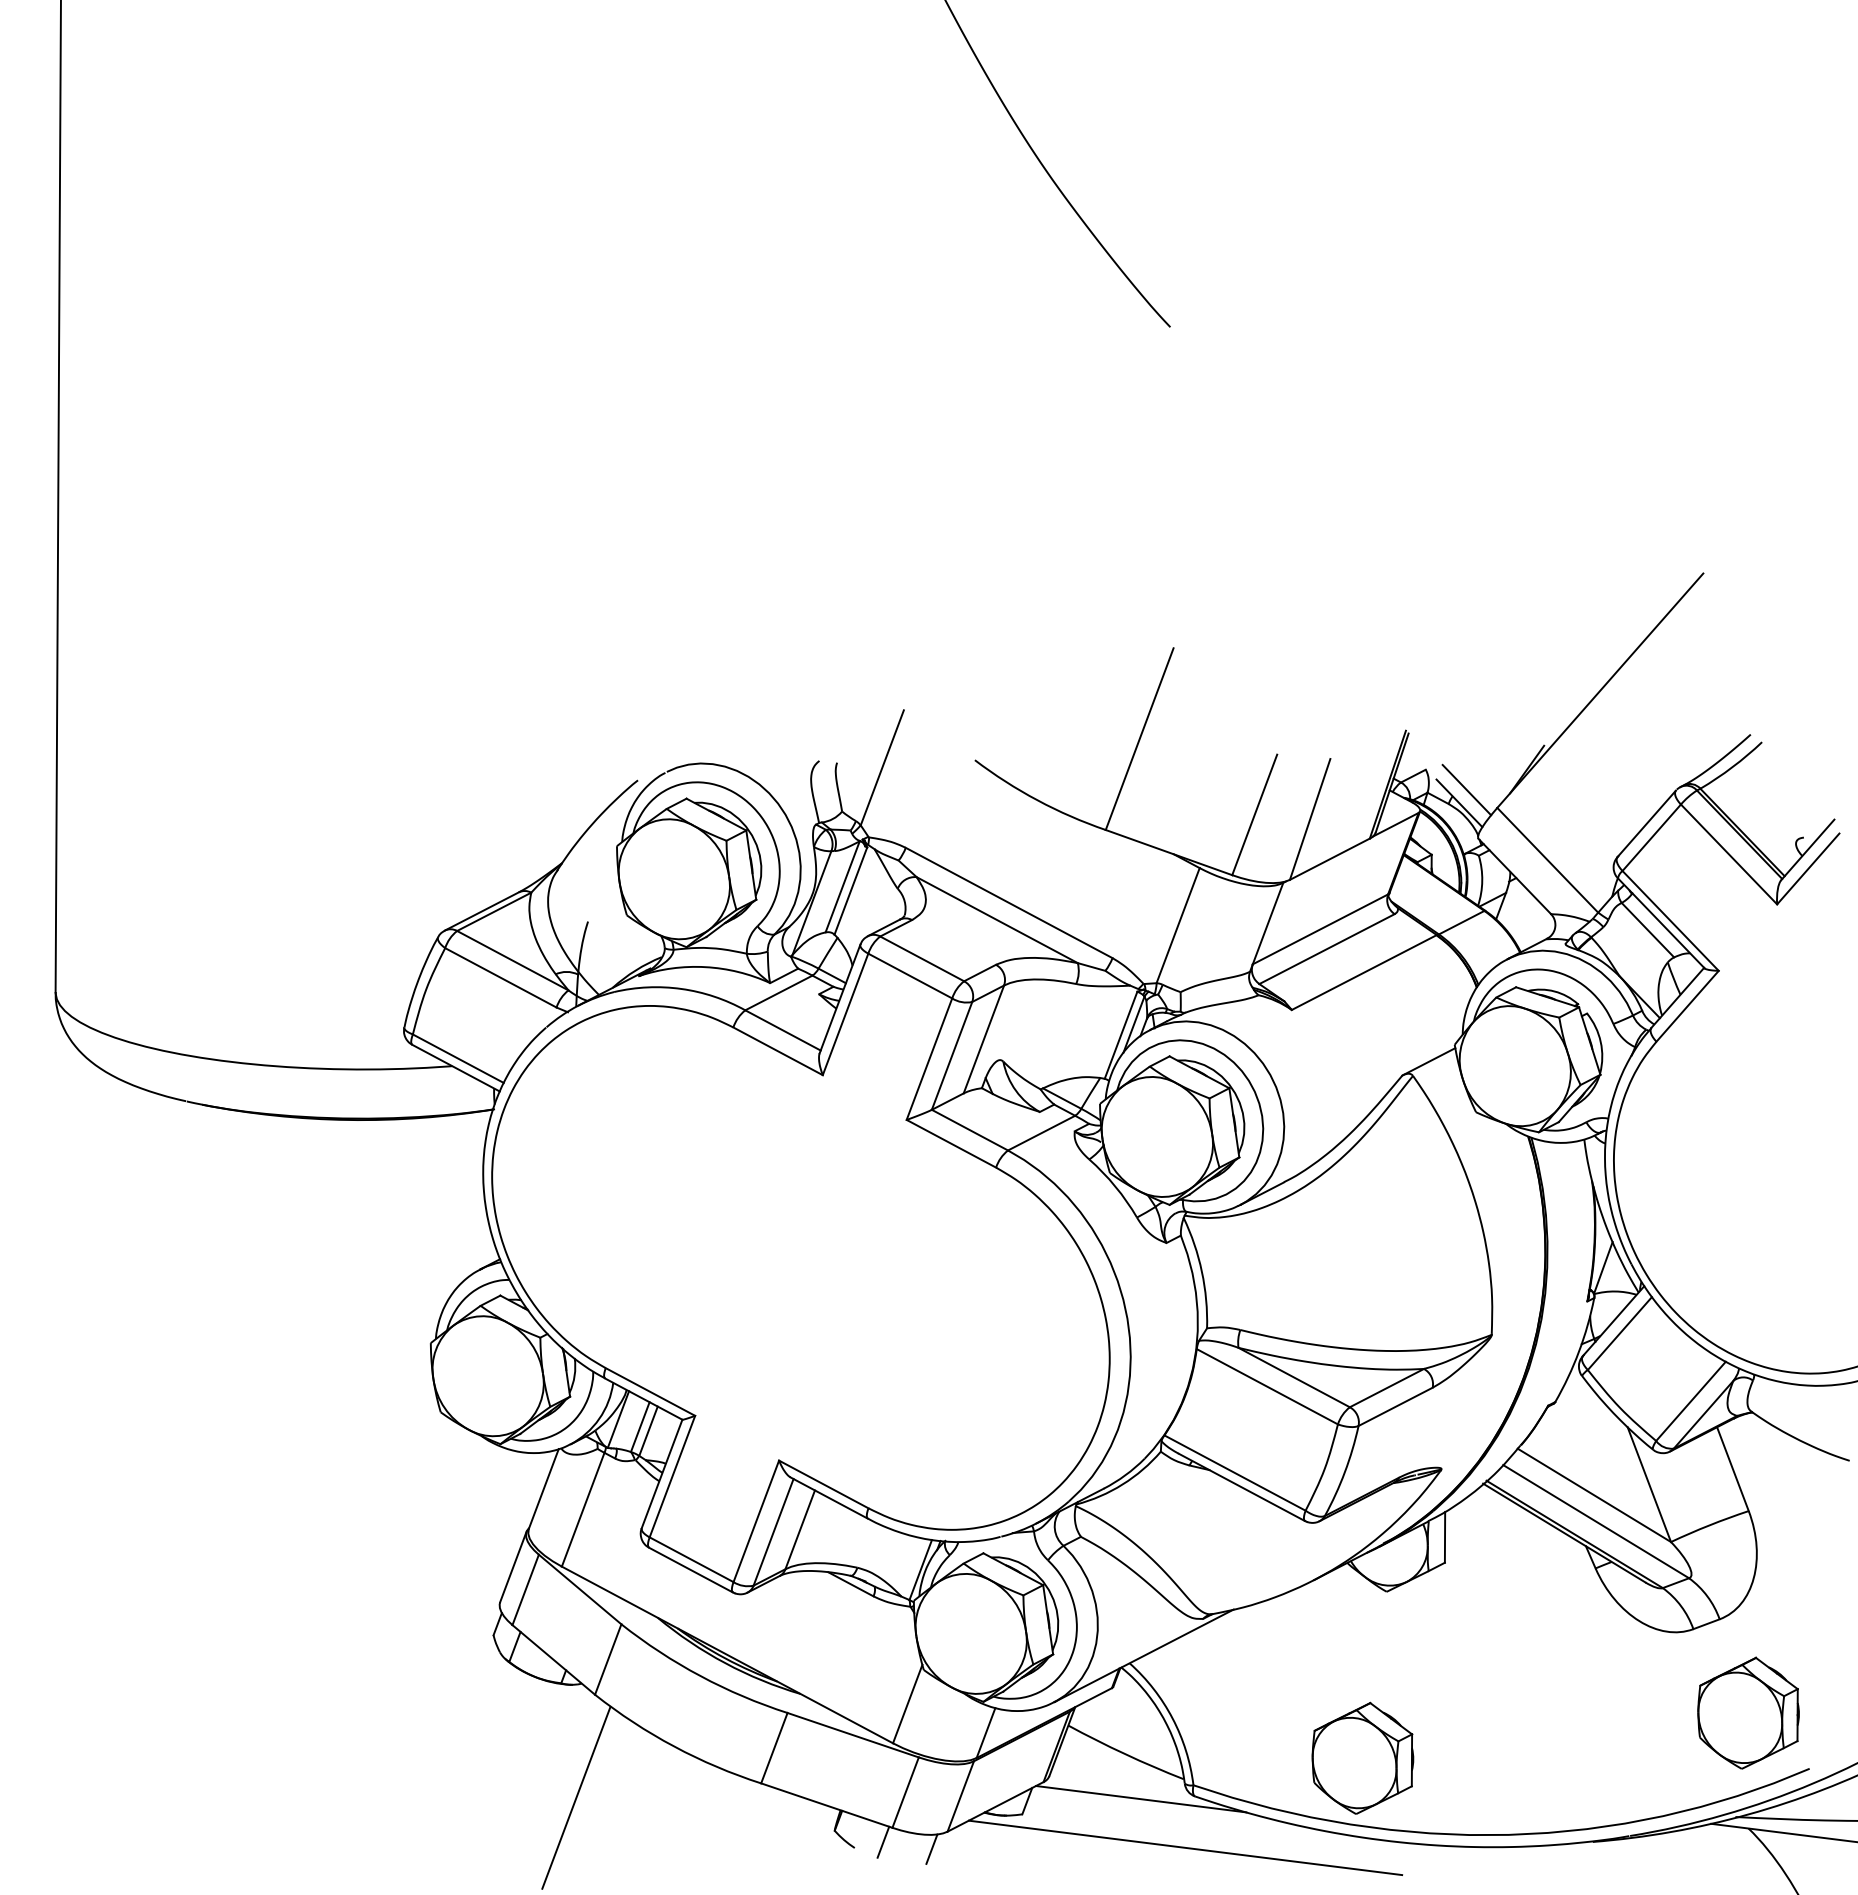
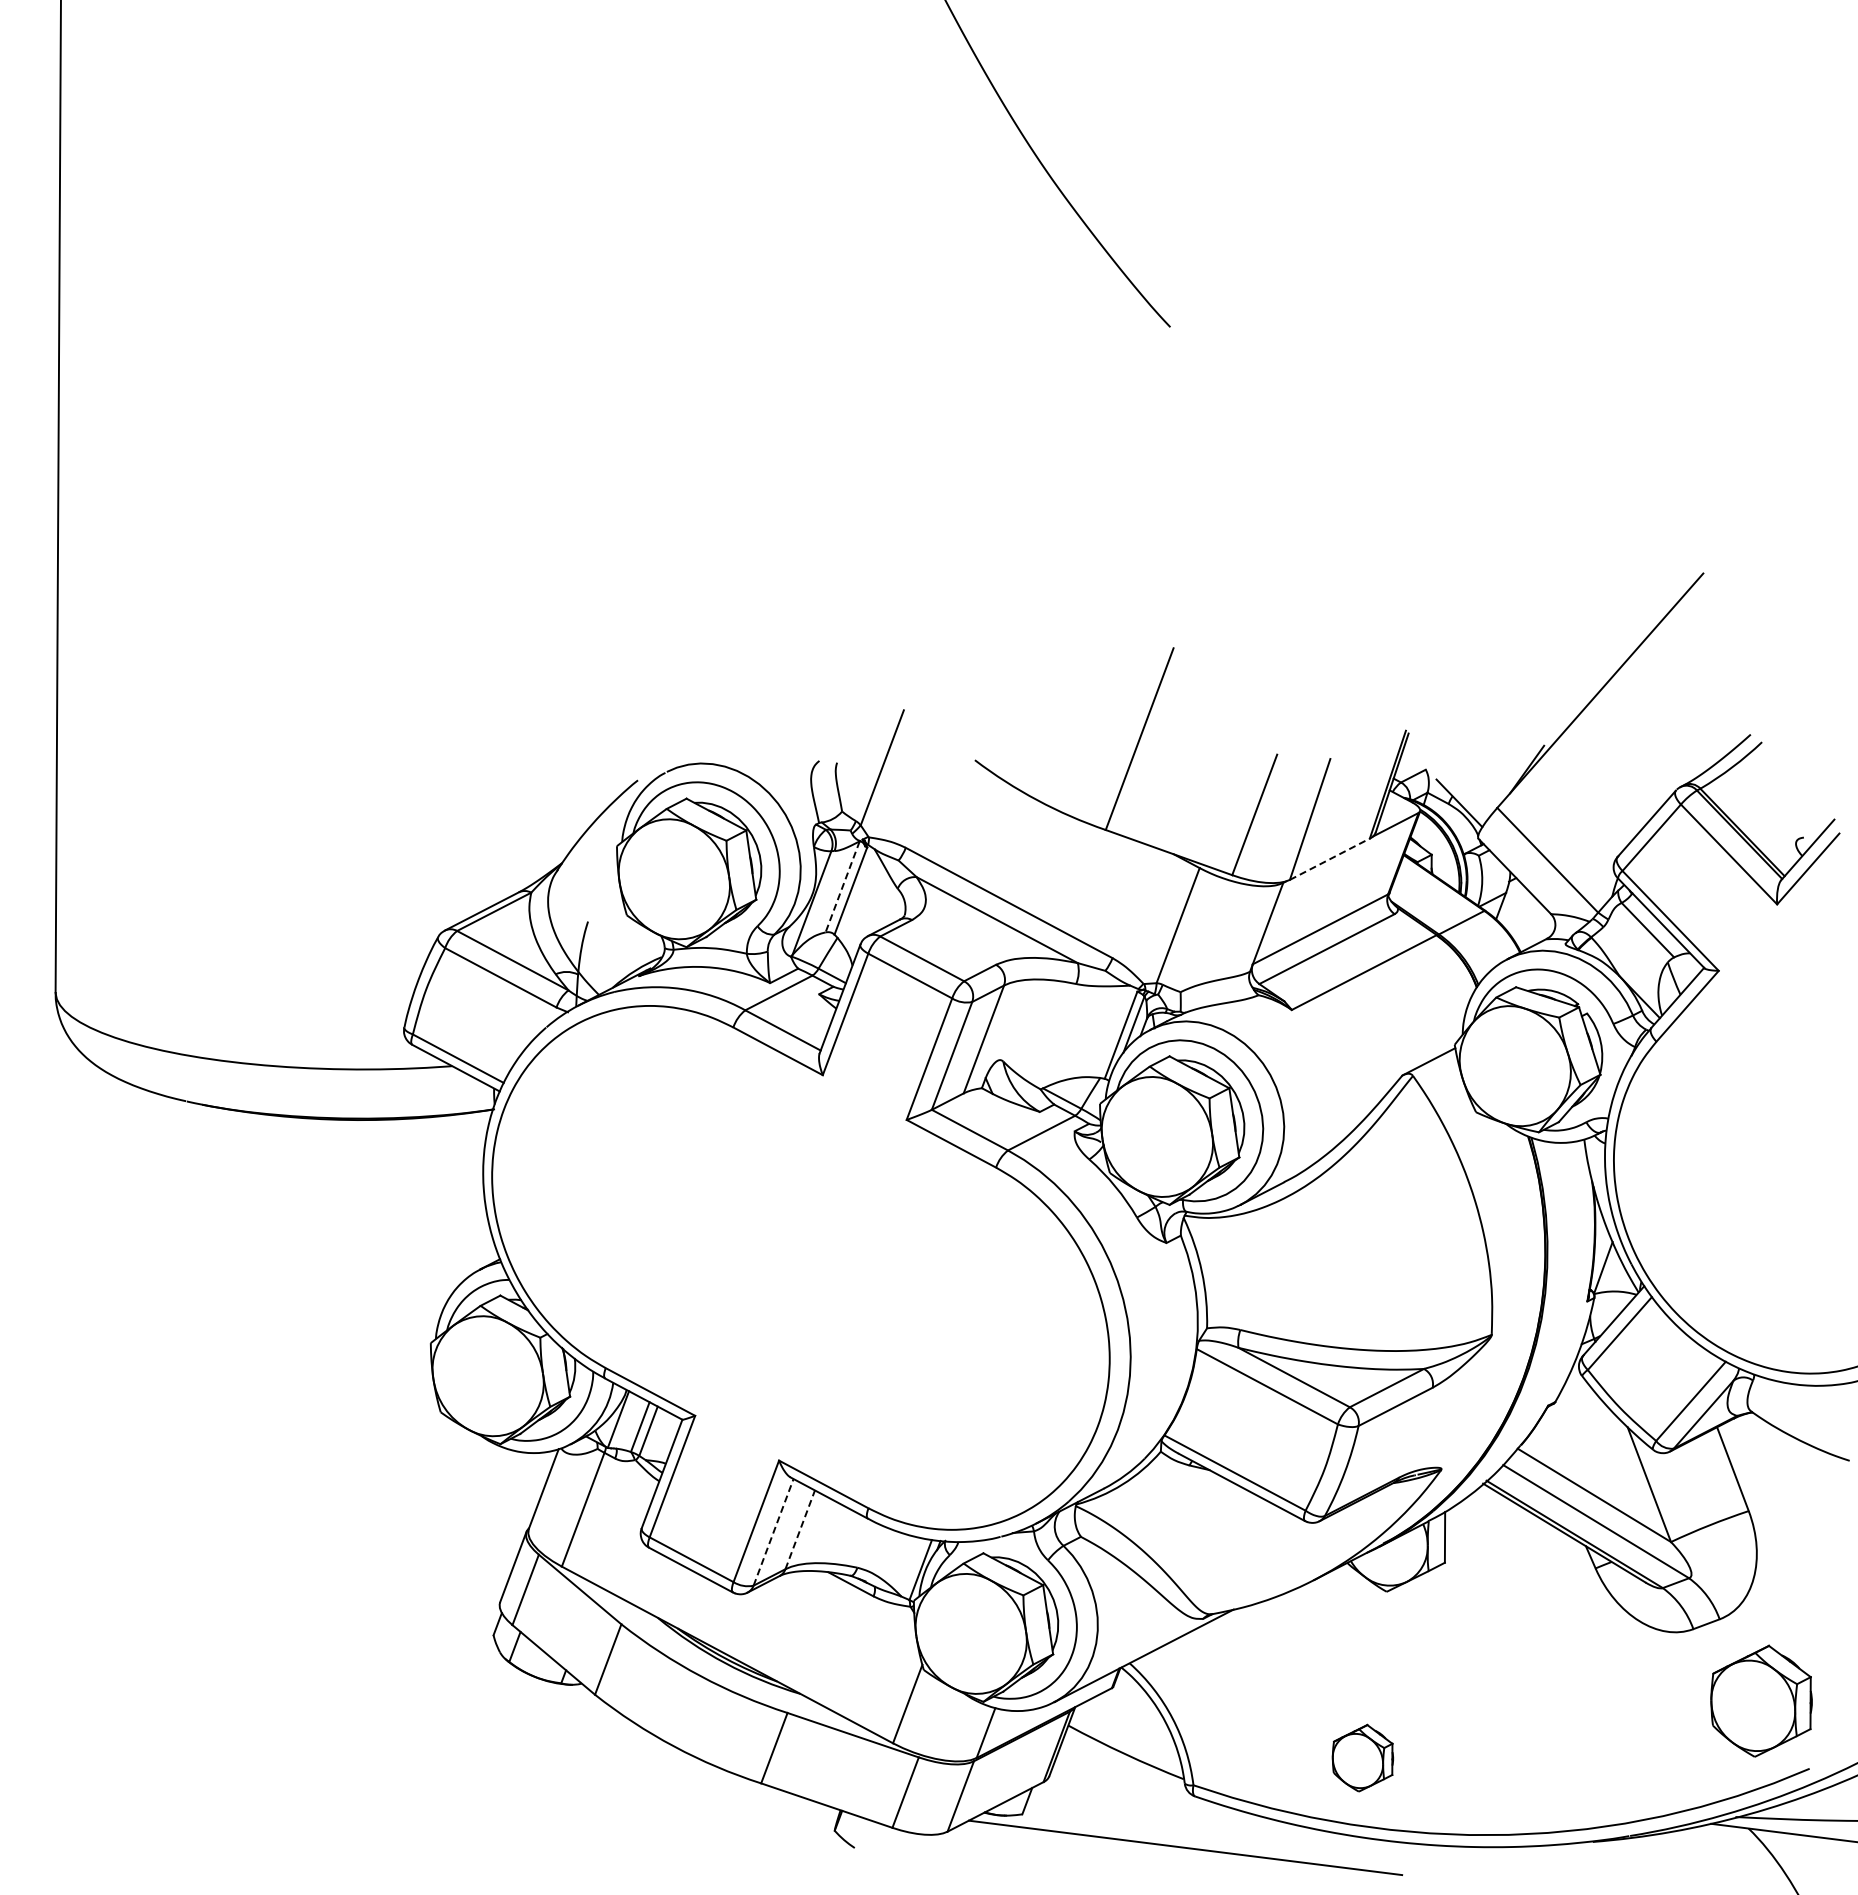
line at (1466, 789): present -> none
line at (1329, 859): solid -> dashed
line at (842, 886): solid -> dashed
line at (800, 1529): solid -> dashed
line at (773, 1532): solid -> dashed
part at (1748, 1712) position: (1748, 1712) -> (1761, 1700)
part at (1362, 1757) size: 104x114 px -> 64x70 px
line at (576, 1797): present -> none
line at (1141, 1799): present -> none
line at (883, 1841): present -> none
line at (931, 1848): present -> none
